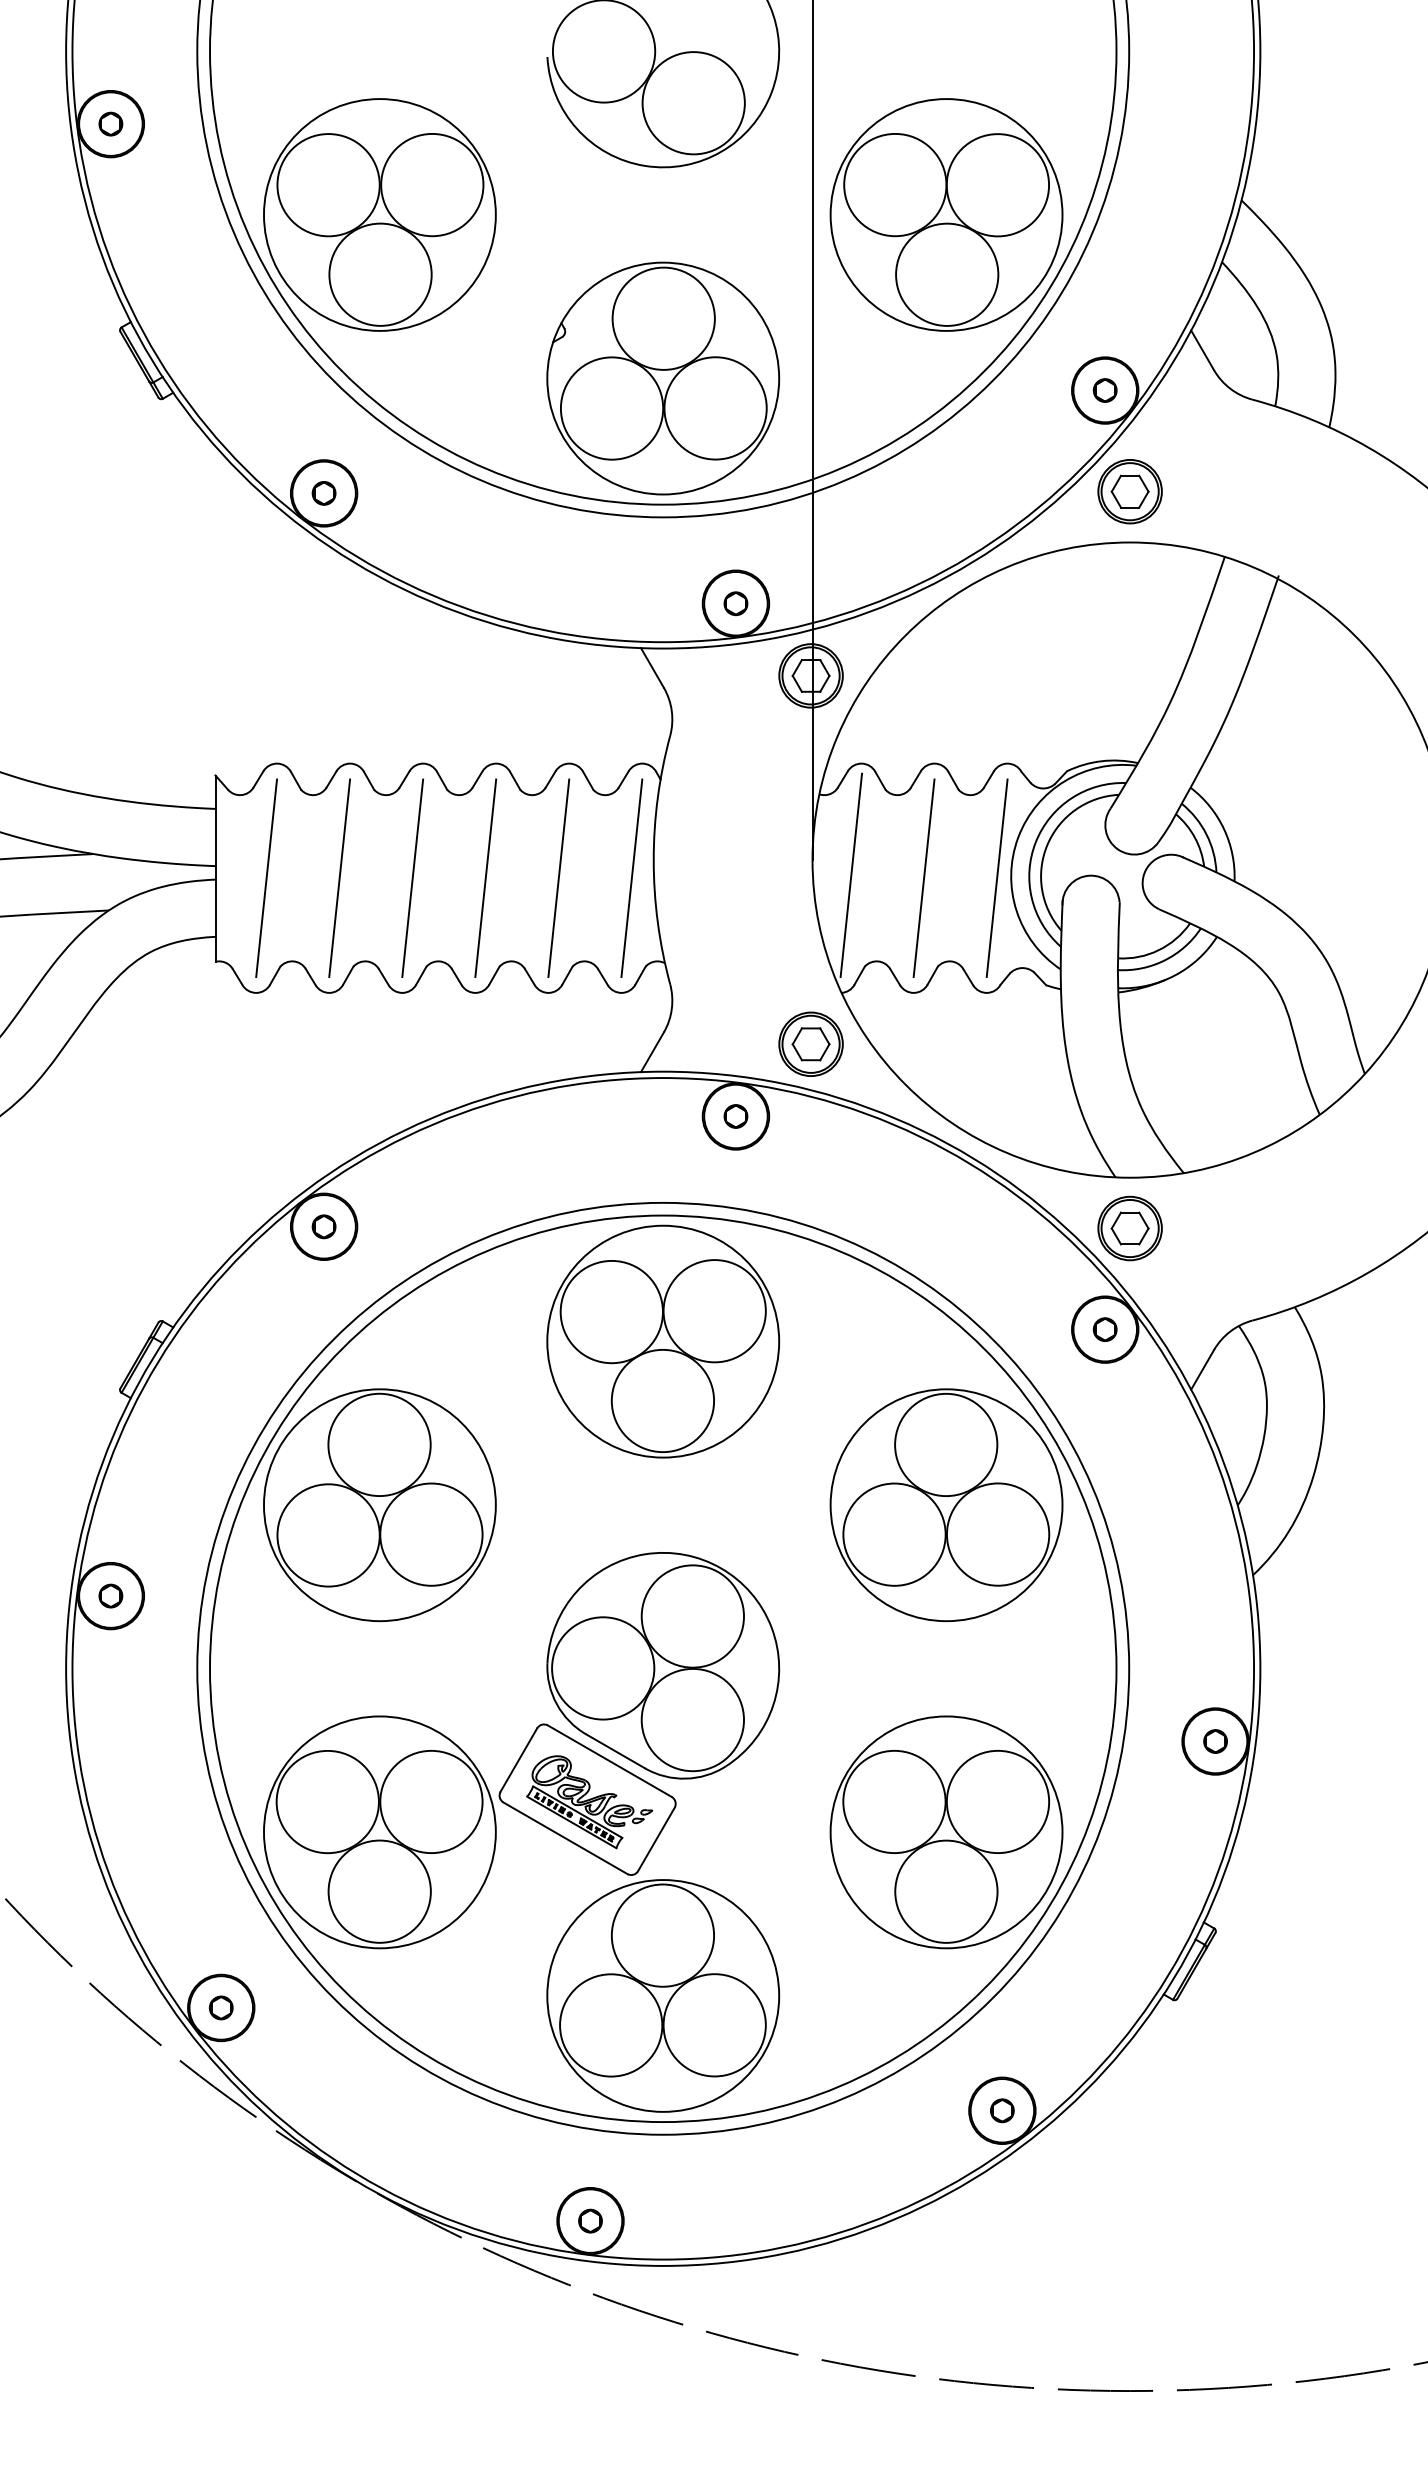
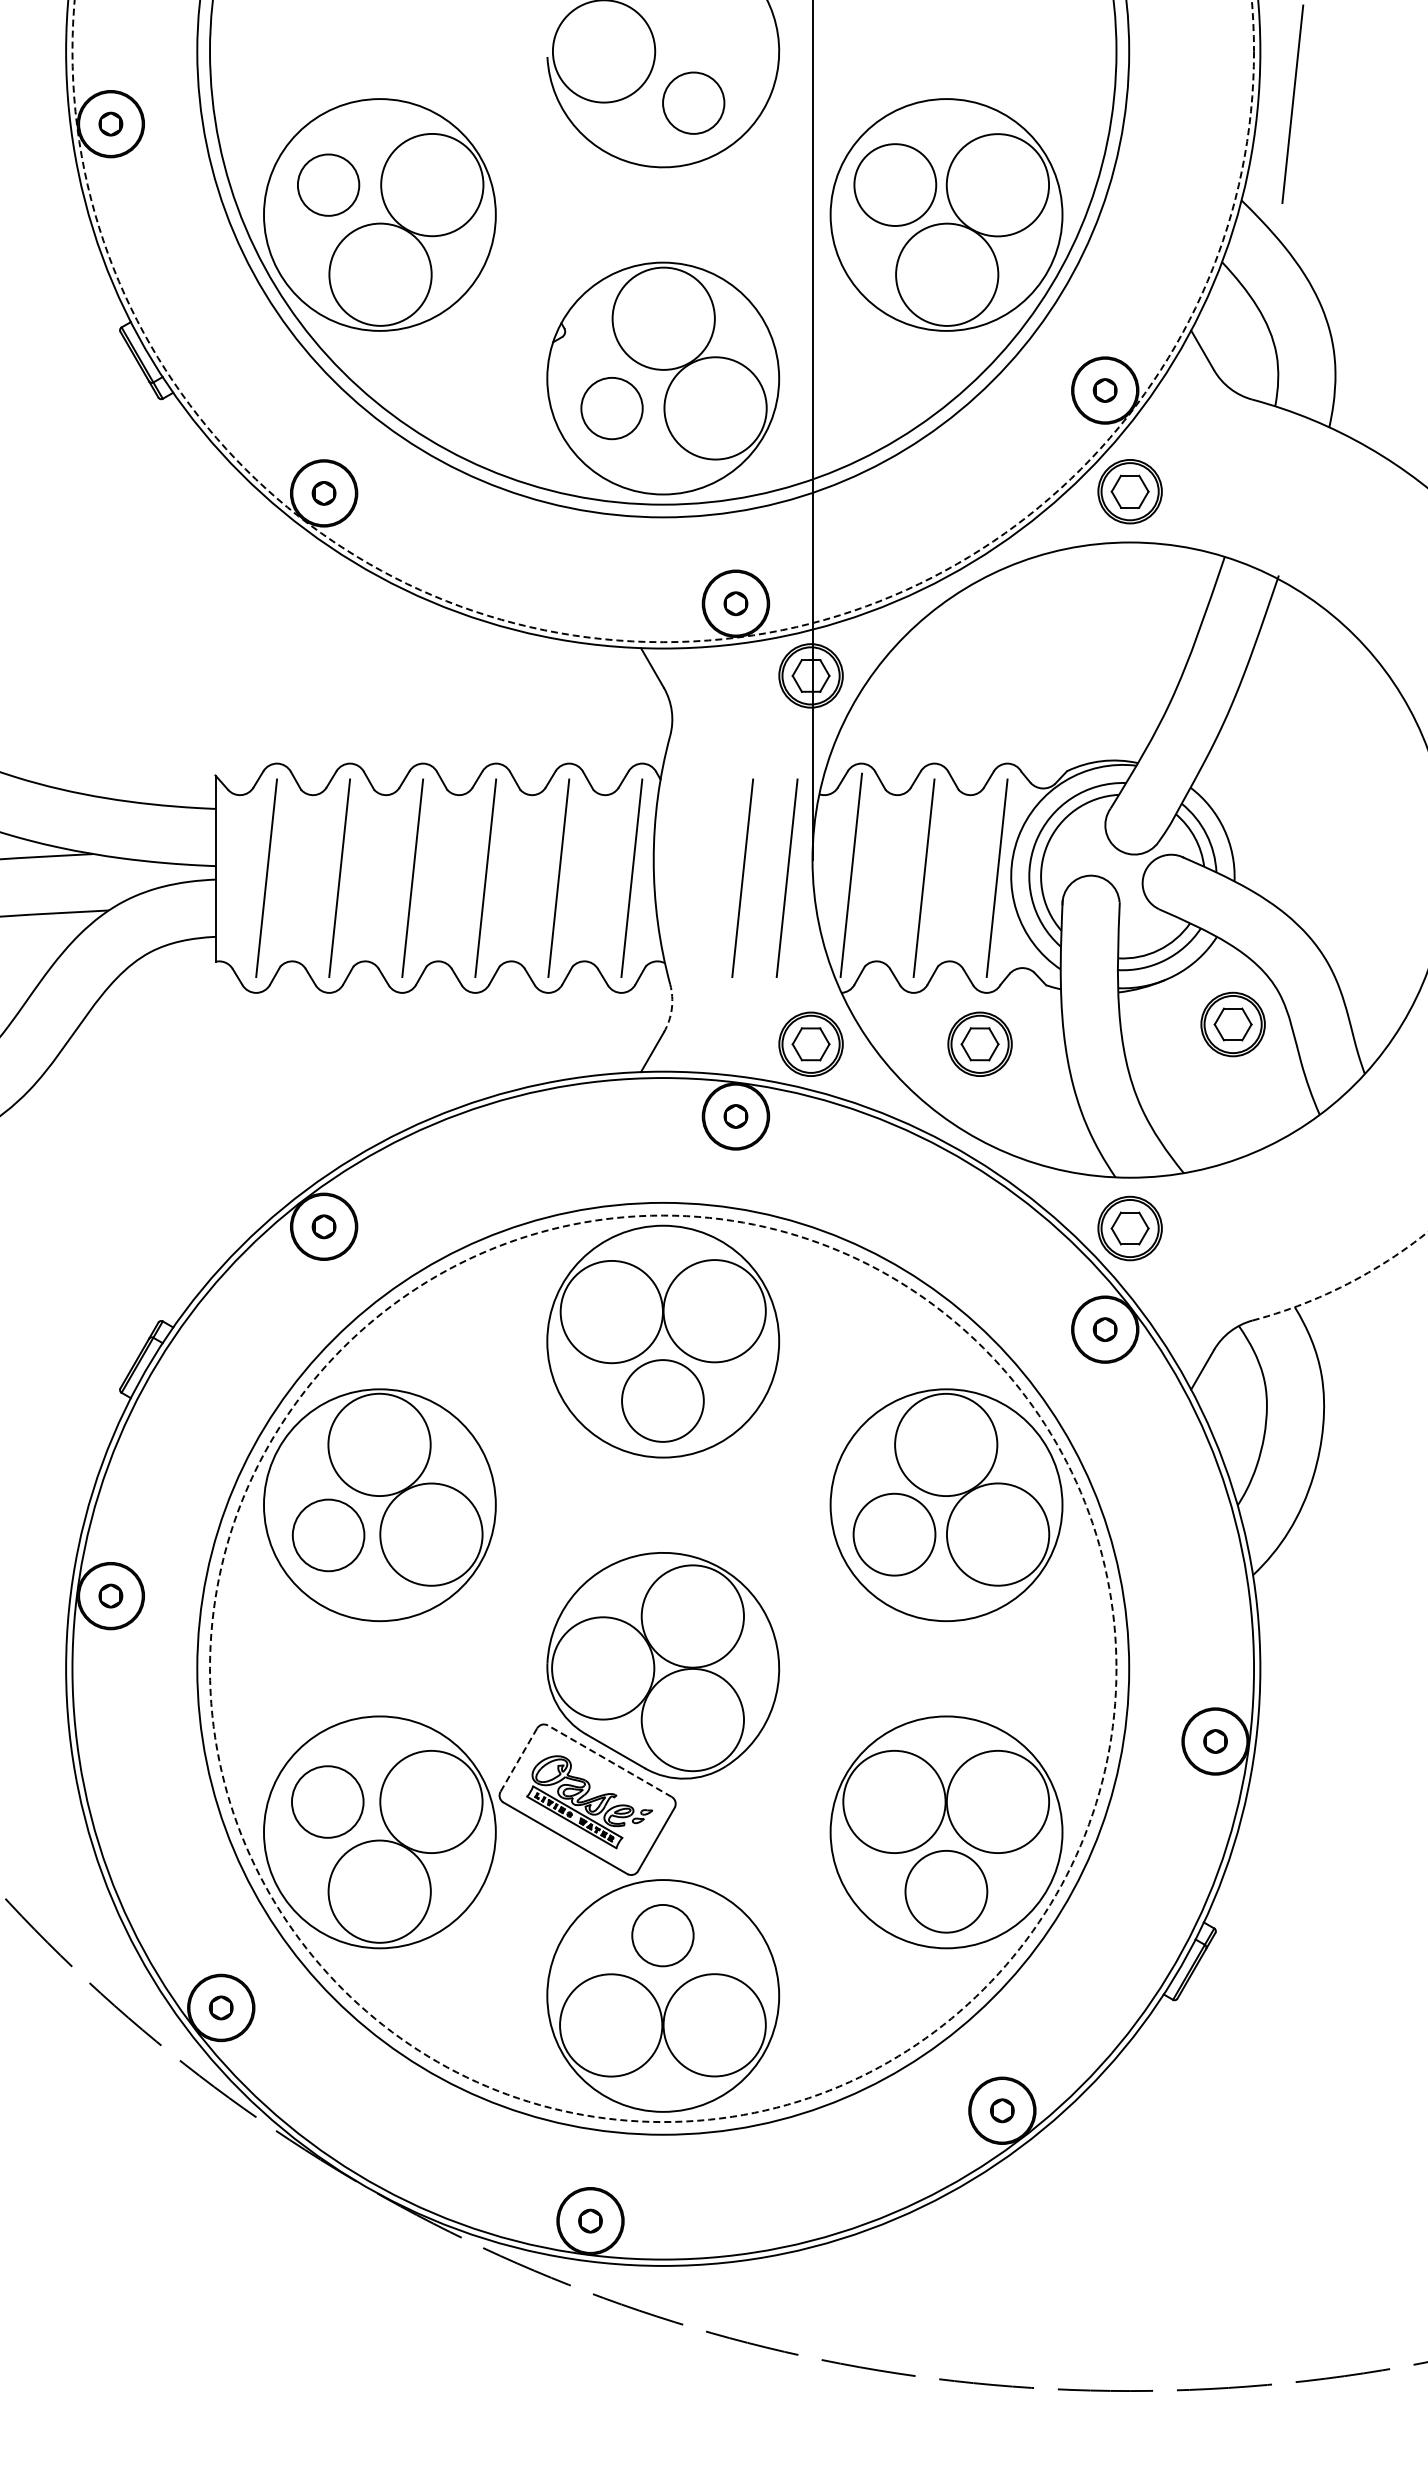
circle at (693, 103) diameter: 102 px -> 61 px
line at (1292, 103): none -> present
circle at (895, 184) diameter: 102 px -> 82 px
circle at (328, 185) diameter: 102 px -> 61 px
circle at (663, 321): solid -> dashed
circle at (611, 408) diameter: 102 px -> 61 px
line at (742, 877): none -> present
line at (786, 877): none -> present
arc at (671, 1009): solid -> dashed
part at (1232, 1024): none -> present
part at (979, 1043): none -> present
arc at (1345, 1285): solid -> dashed
circle at (662, 1400) diameter: 102 px -> 82 px
circle at (894, 1534) diameter: 102 px -> 82 px
circle at (328, 1535) diameter: 102 px -> 72 px
circle at (663, 1668): solid -> dashed
line at (518, 1760): solid -> dashed
line at (609, 1760): solid -> dashed
circle at (327, 1801) diameter: 102 px -> 72 px
circle at (946, 1891) diameter: 102 px -> 82 px
circle at (662, 1935) diameter: 102 px -> 61 px
